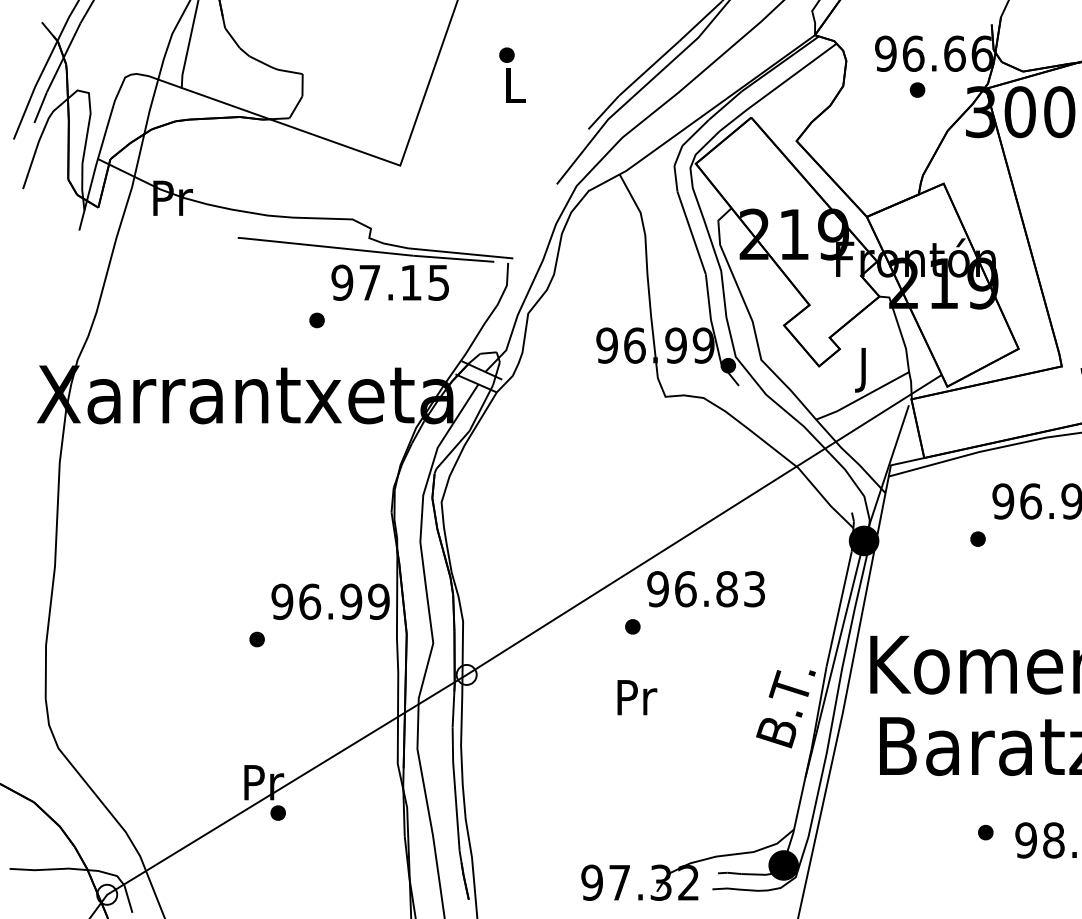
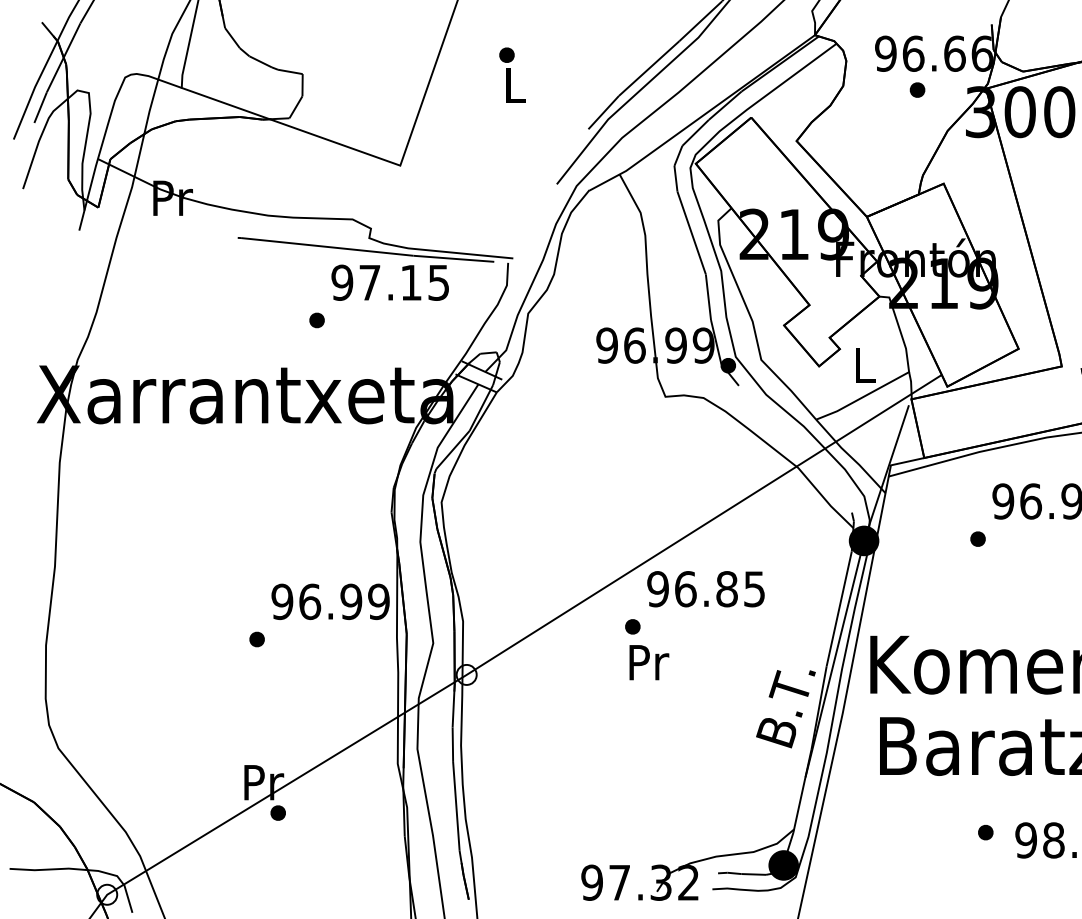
text at (865, 370): J -> L
text at (754, 588): 96.83 -> 96.85
text at (637, 697) position: (637, 697) -> (649, 662)
